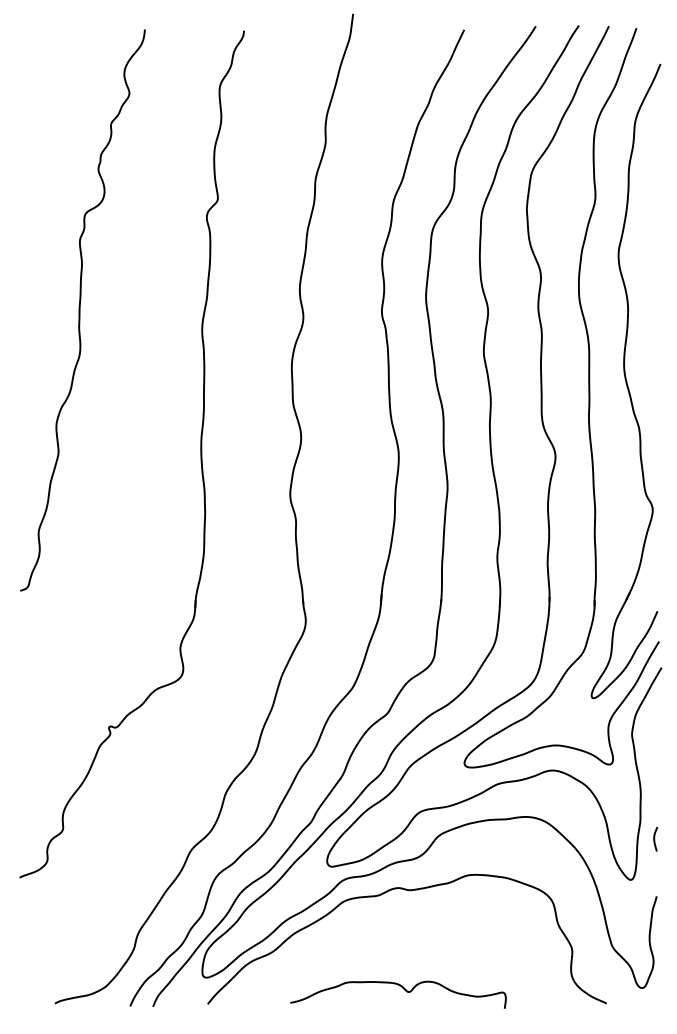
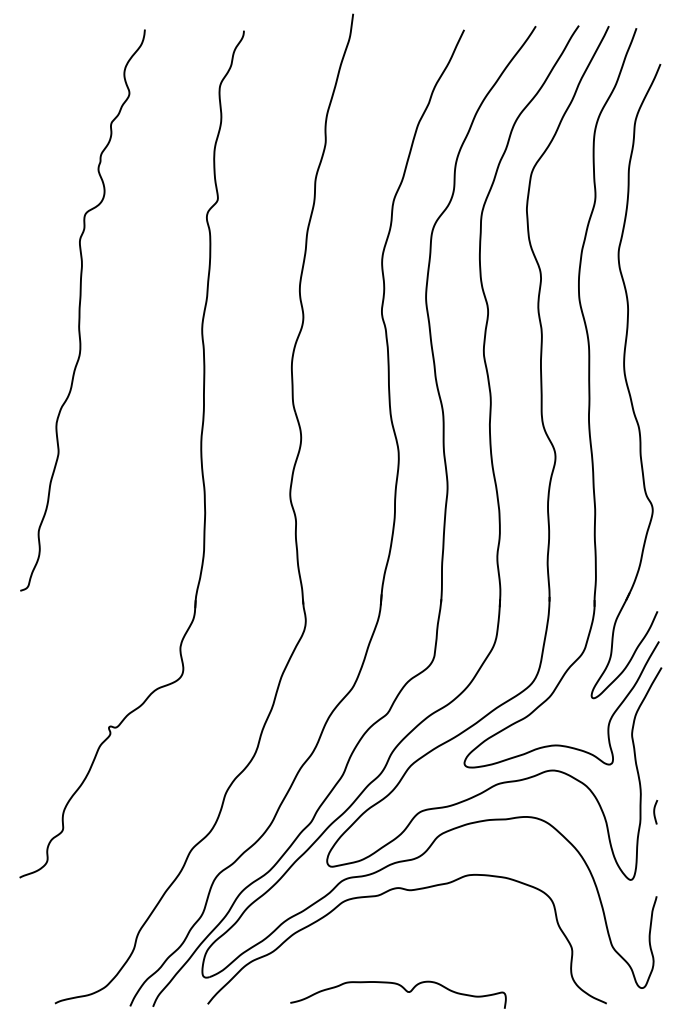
curve at (655, 839) position: (655, 839) -> (655, 812)
